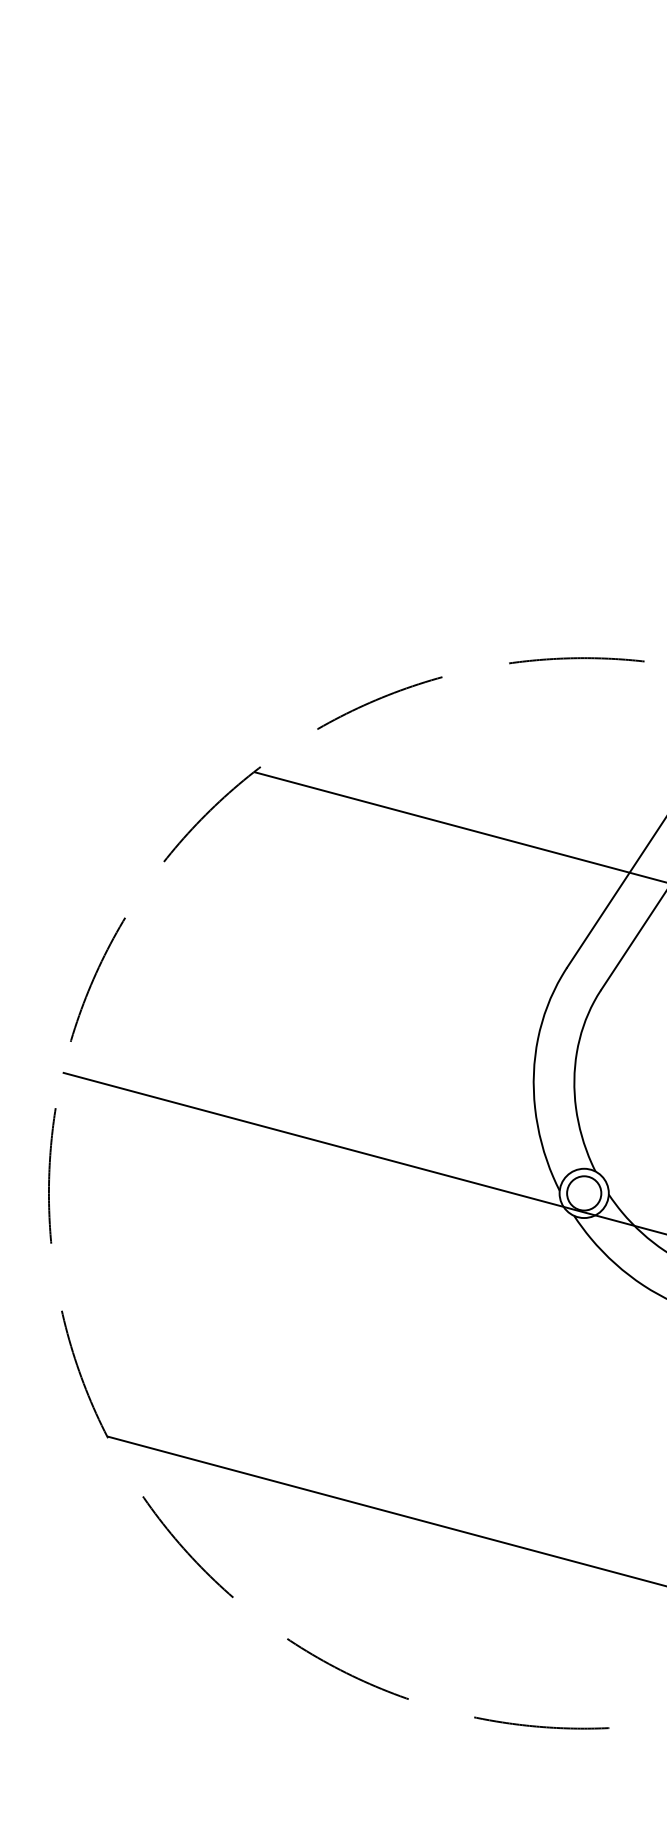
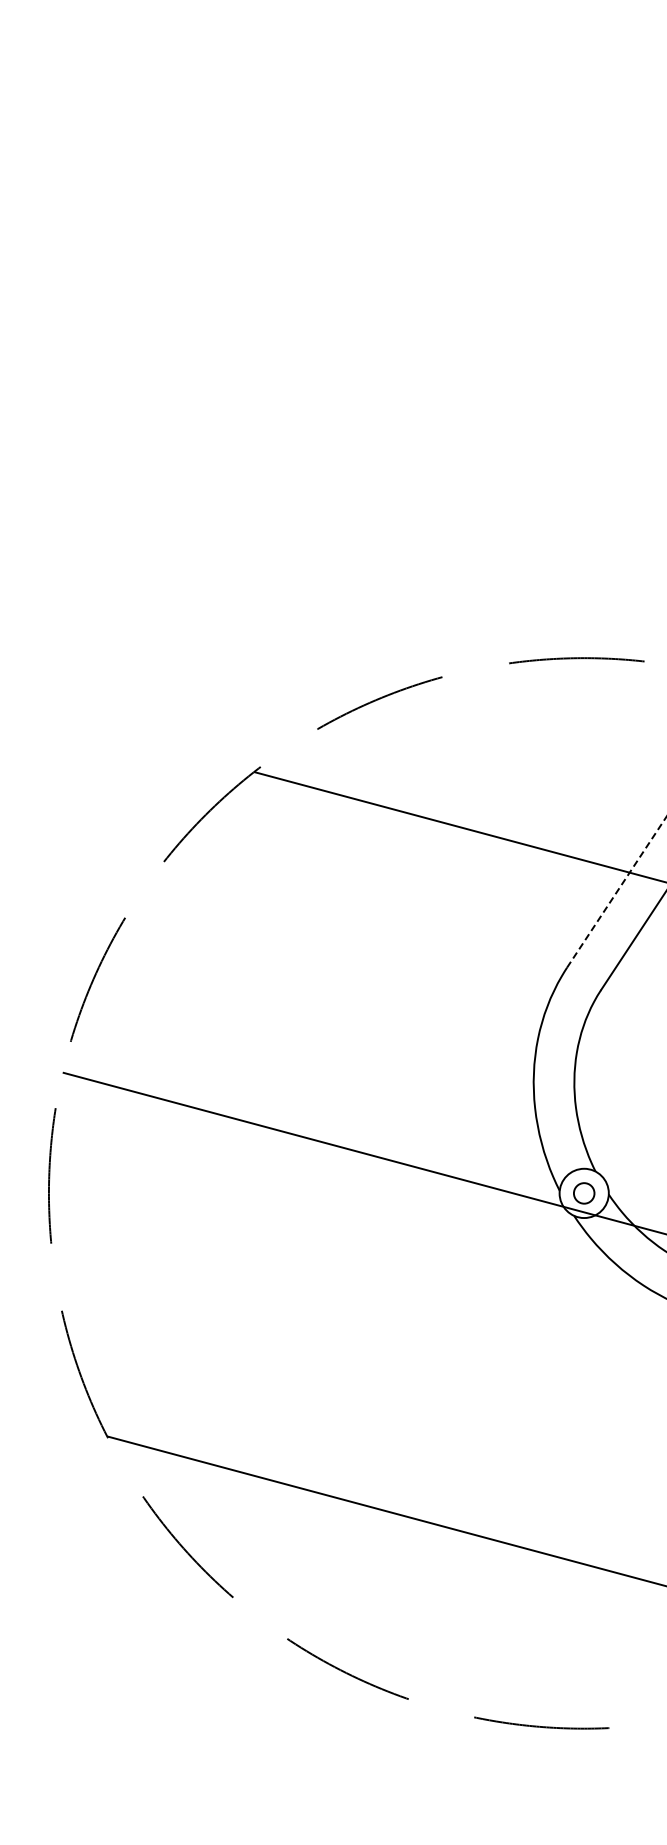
line at (617, 891): solid -> dashed
circle at (584, 1193) diameter: 34 px -> 21 px
